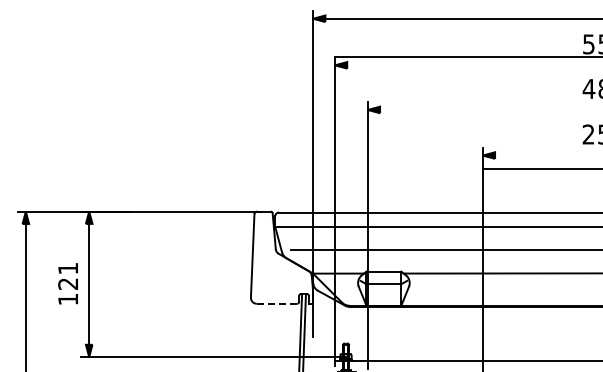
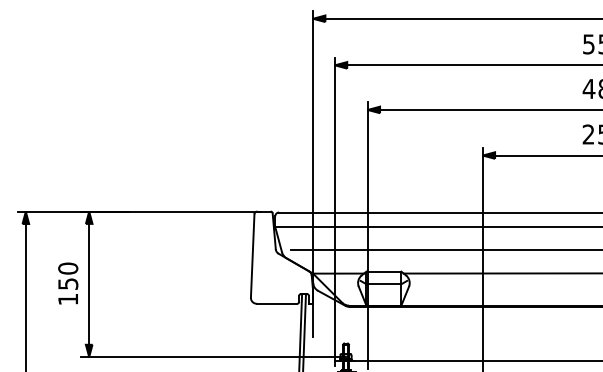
line at (466, 57) position: (466, 57) -> (466, 65)
line at (483, 109): none -> present
line at (540, 168) position: (540, 168) -> (540, 155)
text at (68, 275): 121 -> 150
line at (276, 303): dashed -> solid
